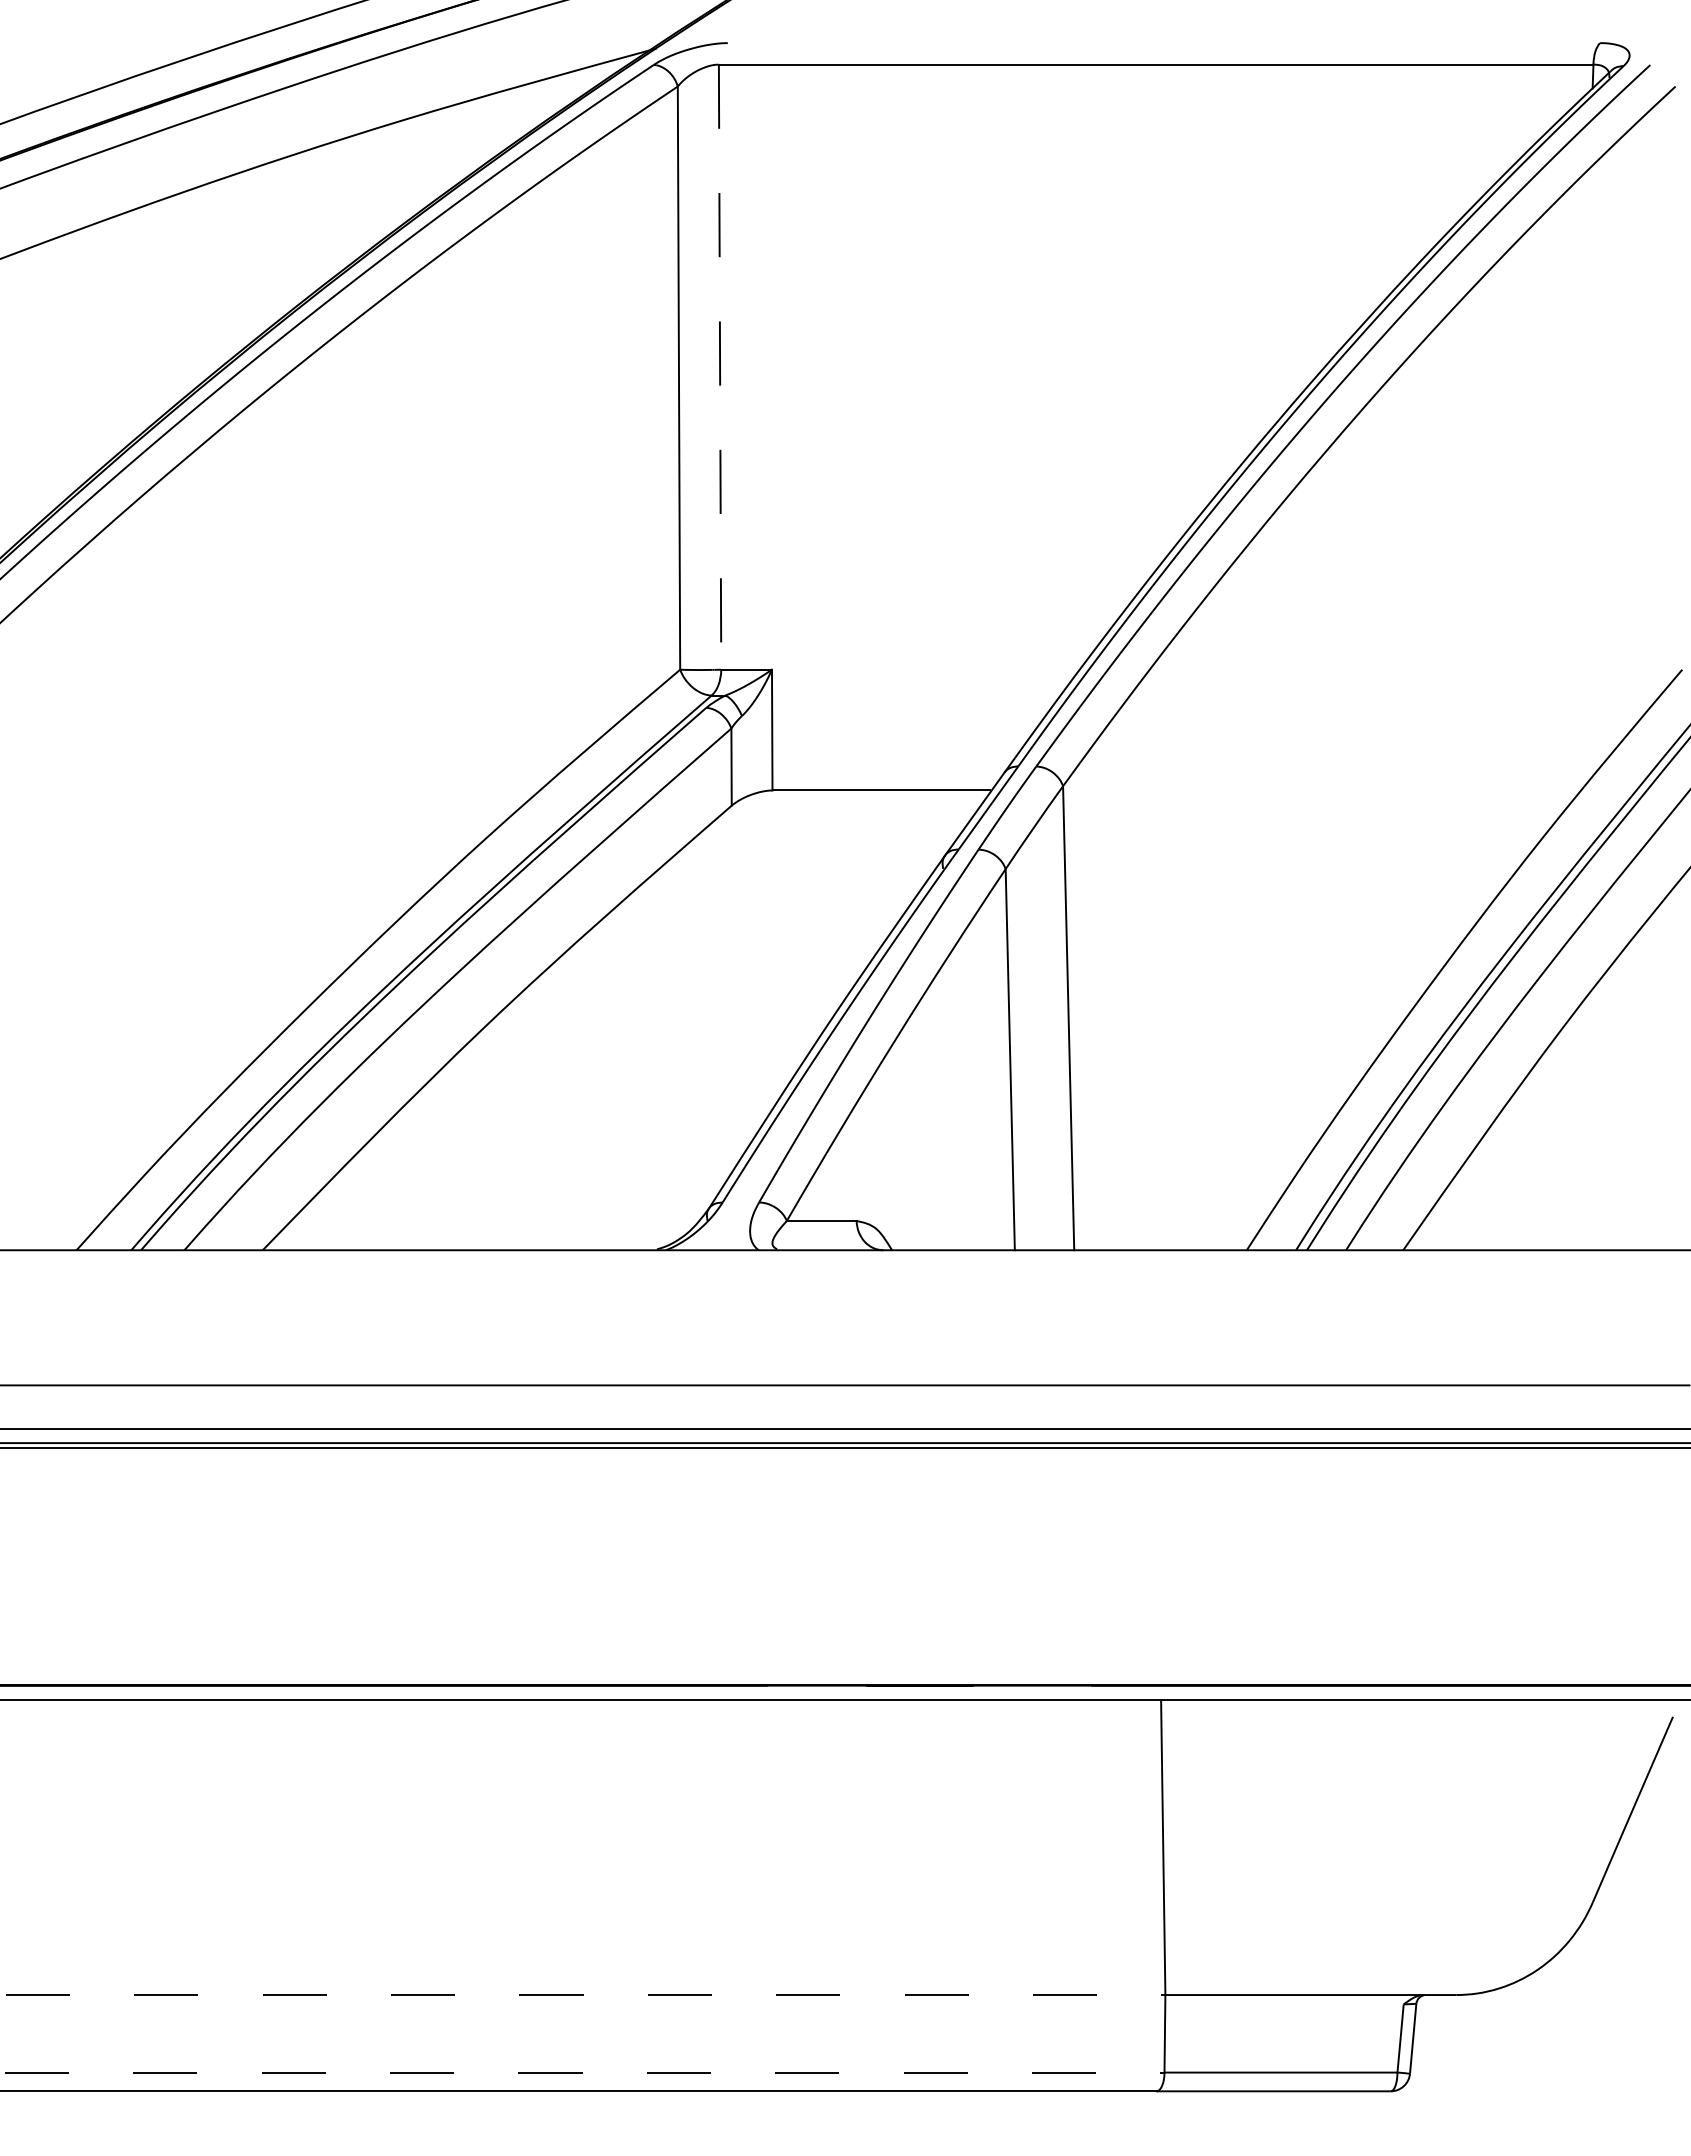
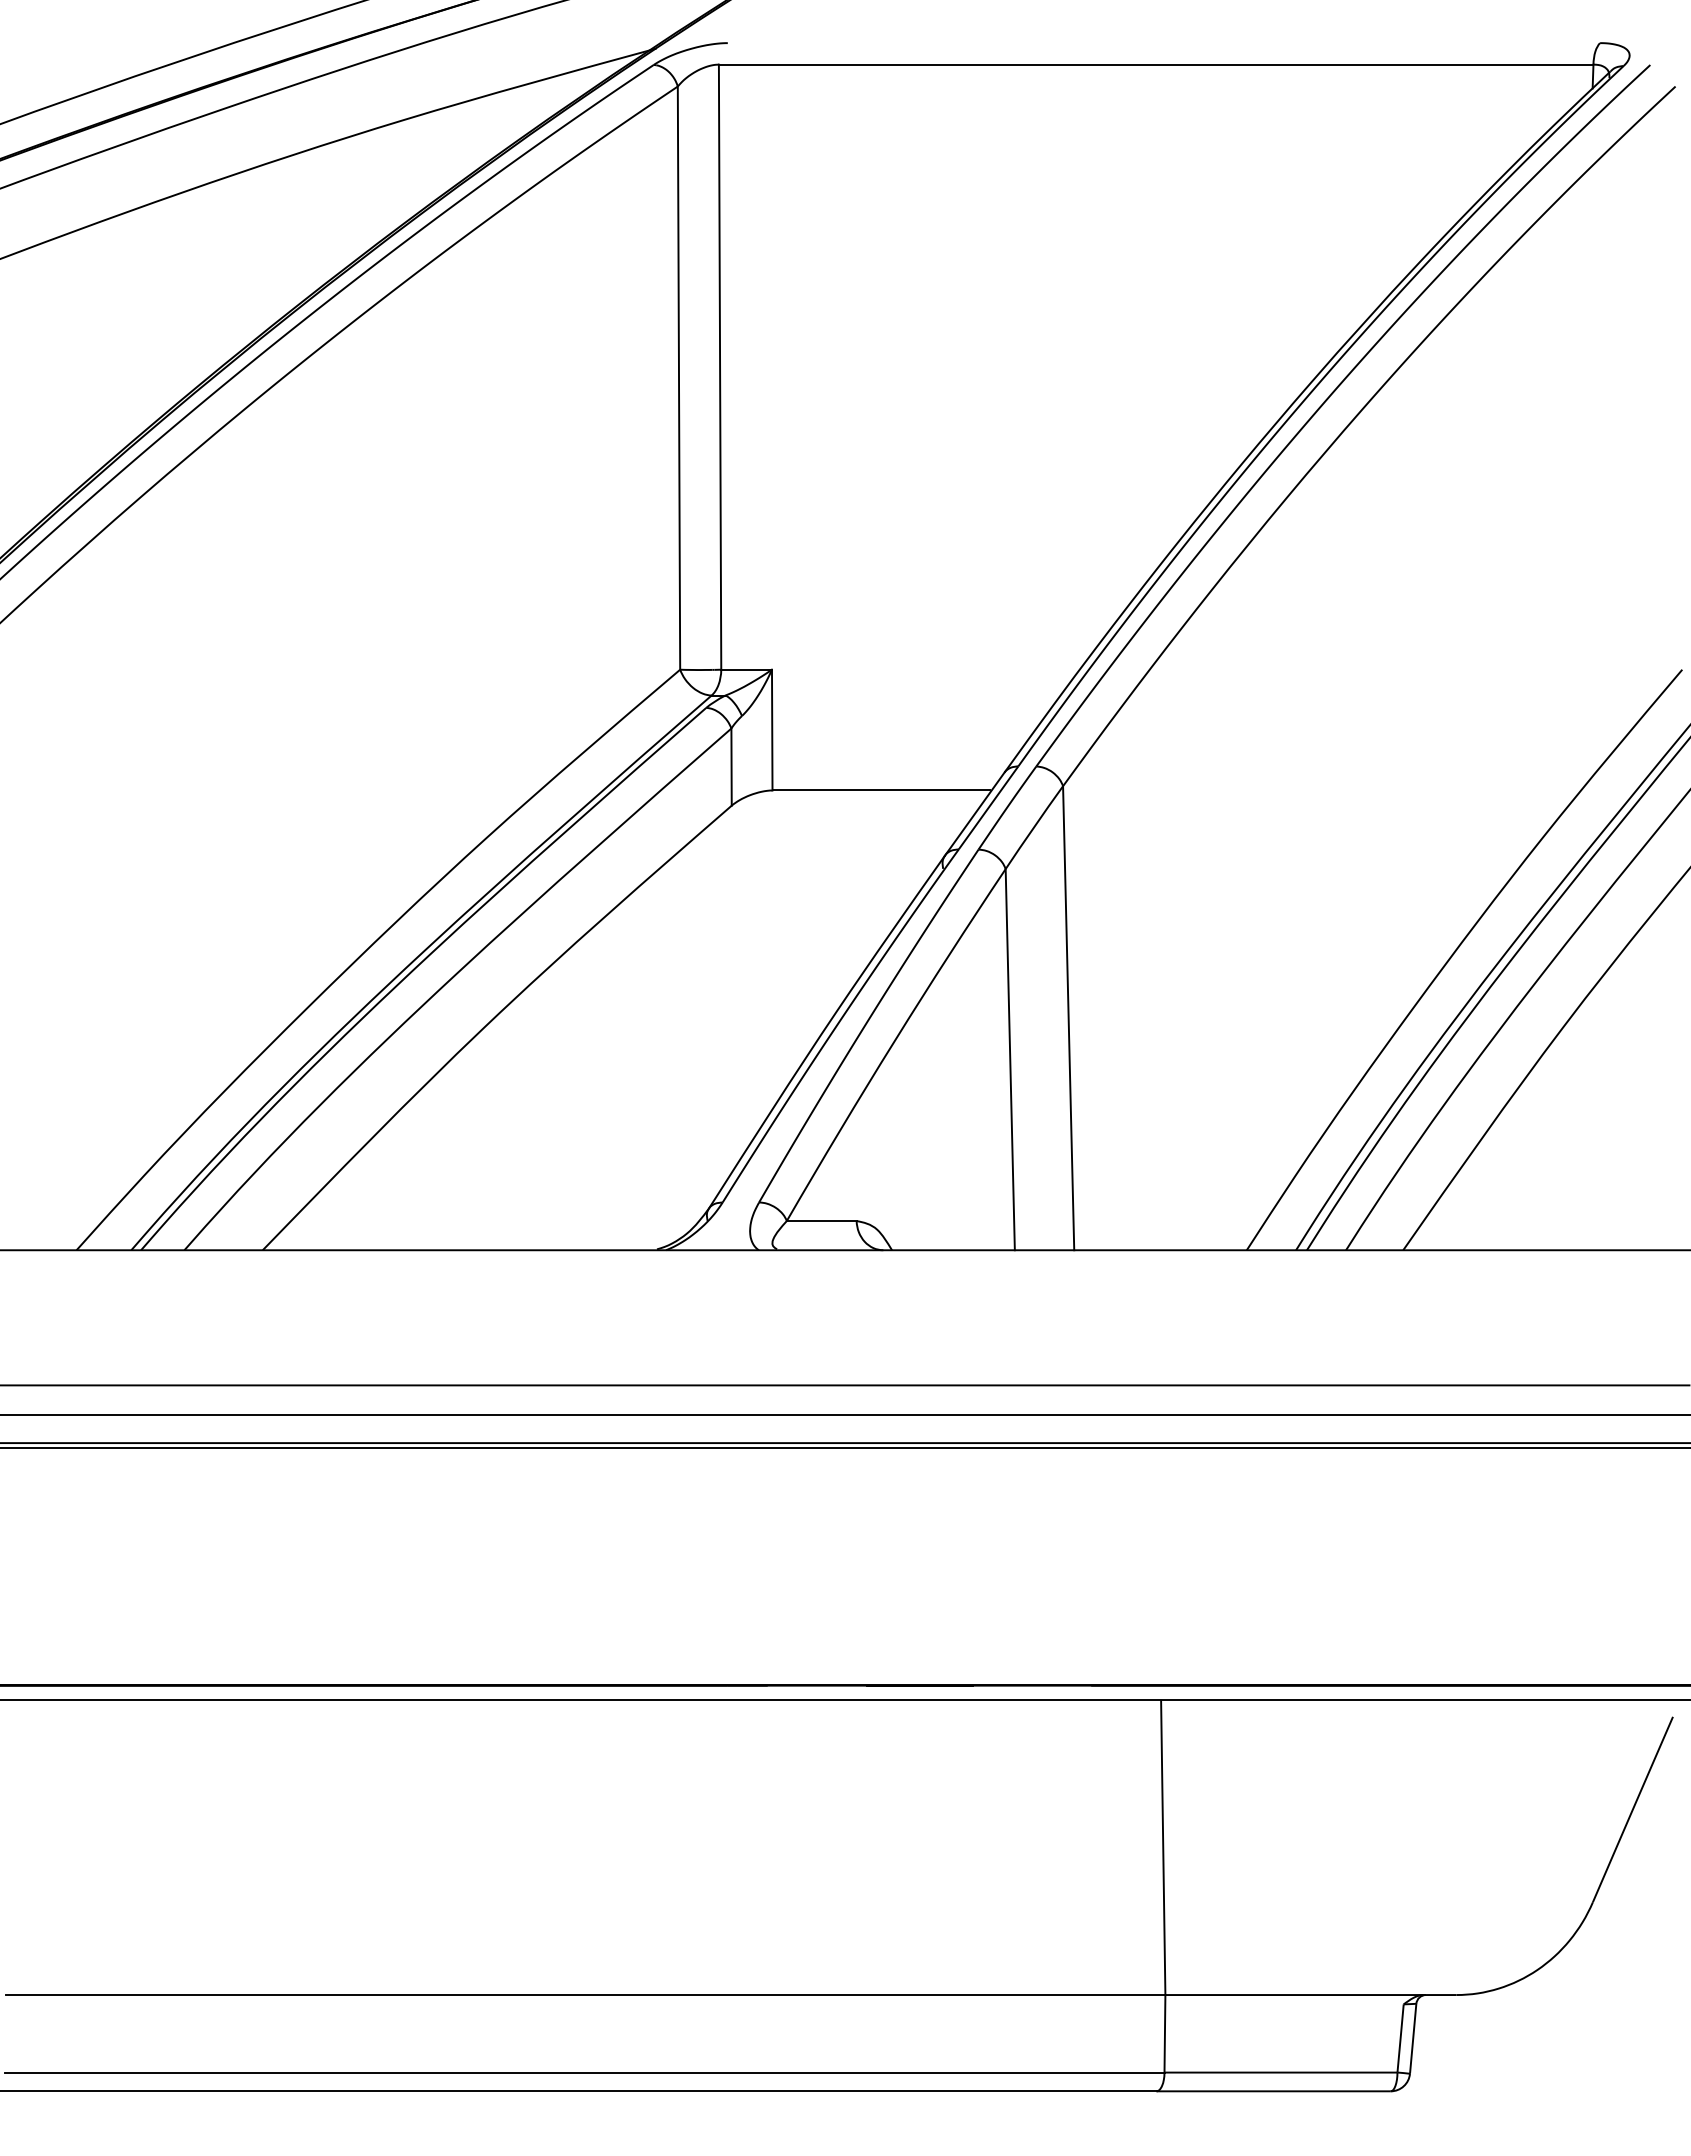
line at (720, 367): dashed -> solid
line at (844, 1428) position: (844, 1428) -> (844, 1414)
line at (585, 1995): dashed -> solid
line at (584, 2072): dashed -> solid
